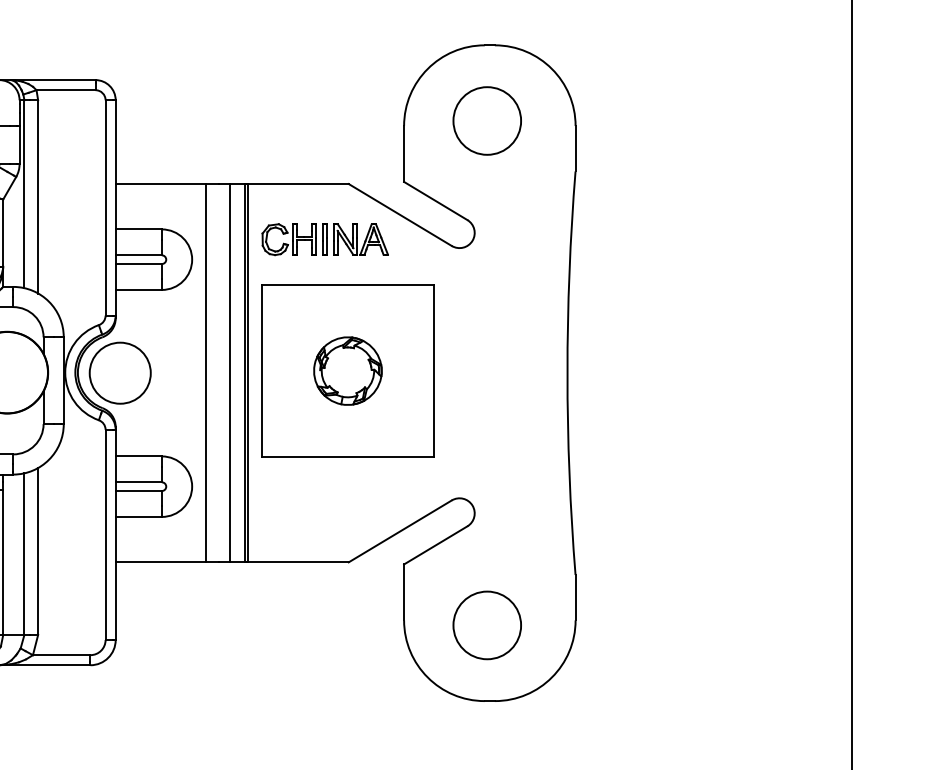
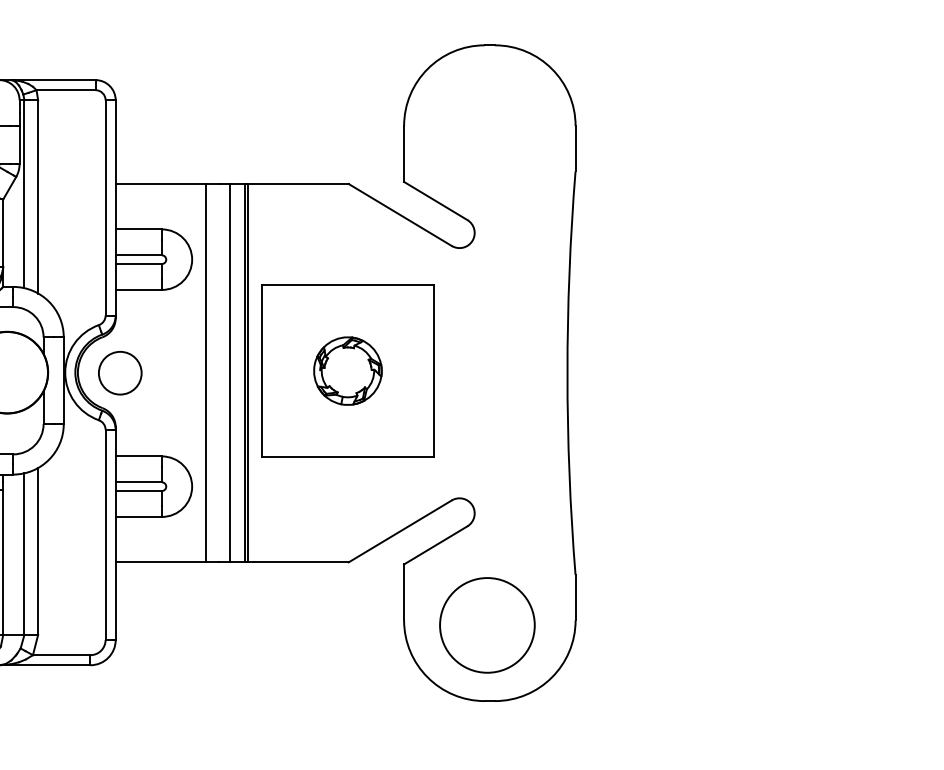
circle at (486, 120): present -> none
part at (324, 239): present -> none
circle at (119, 372) diameter: 61 px -> 43 px
line at (851, 384): present -> none
circle at (486, 625) size: 70x71 px -> 97x97 px
